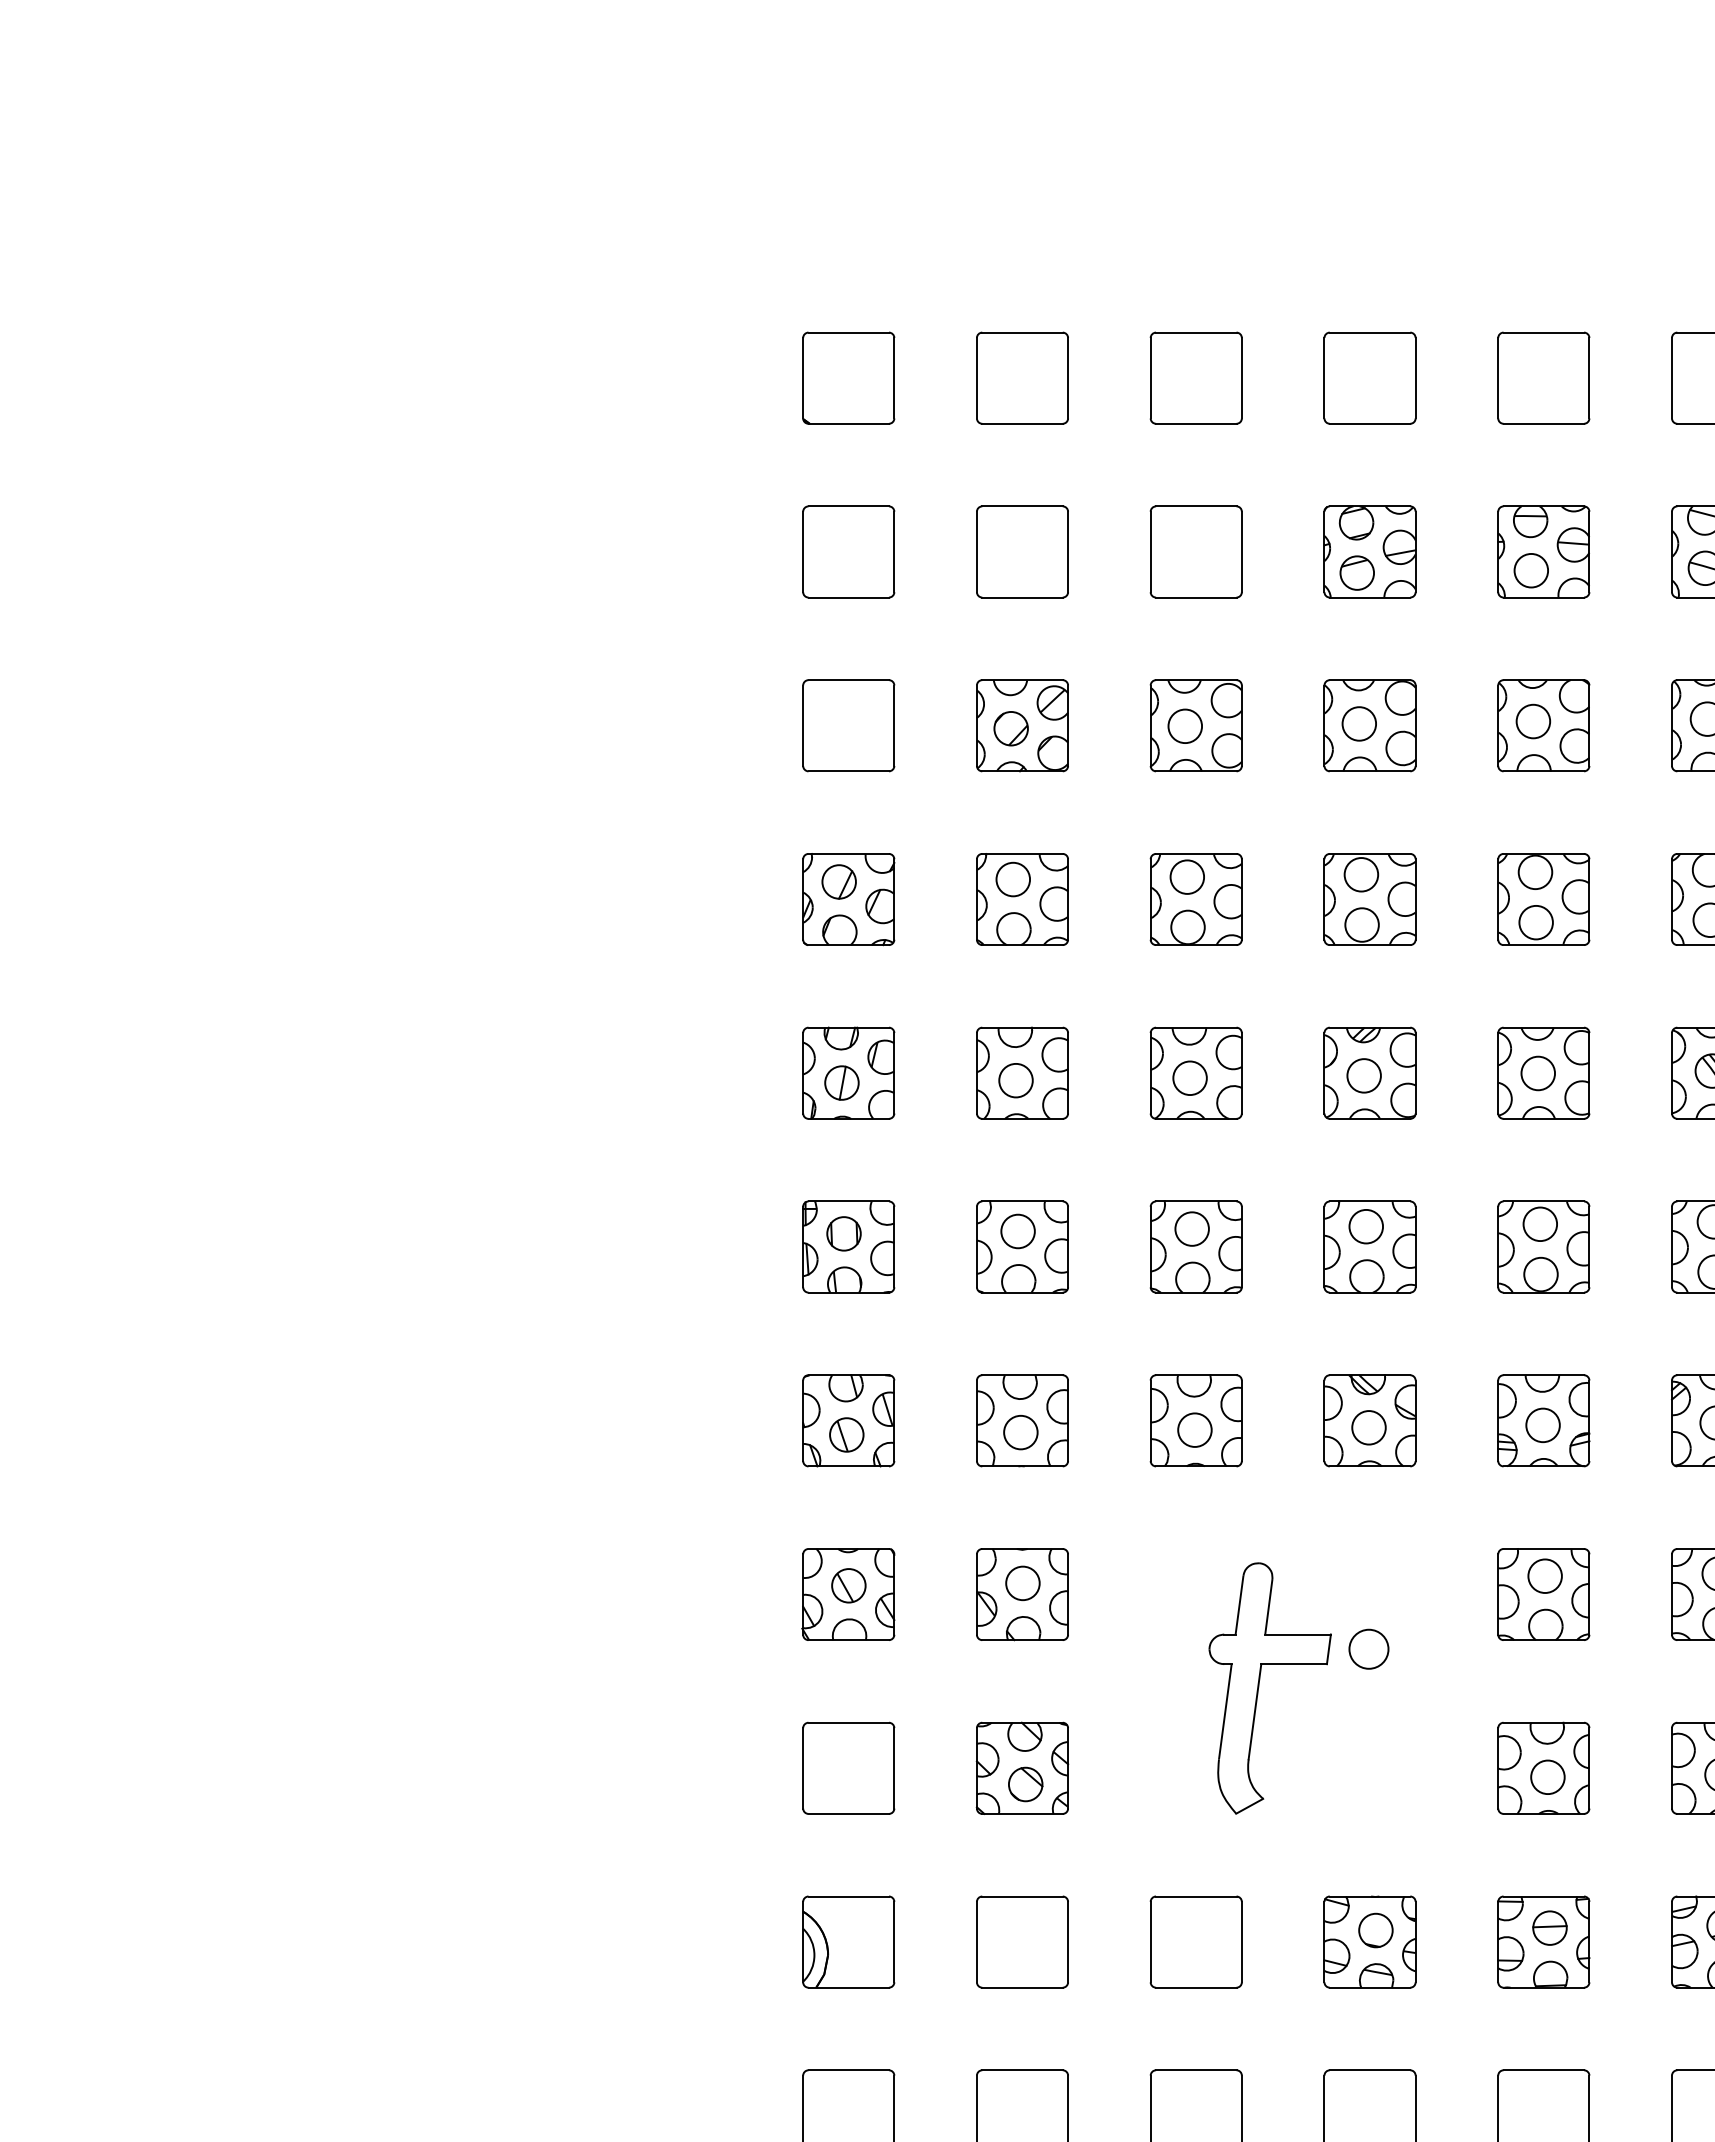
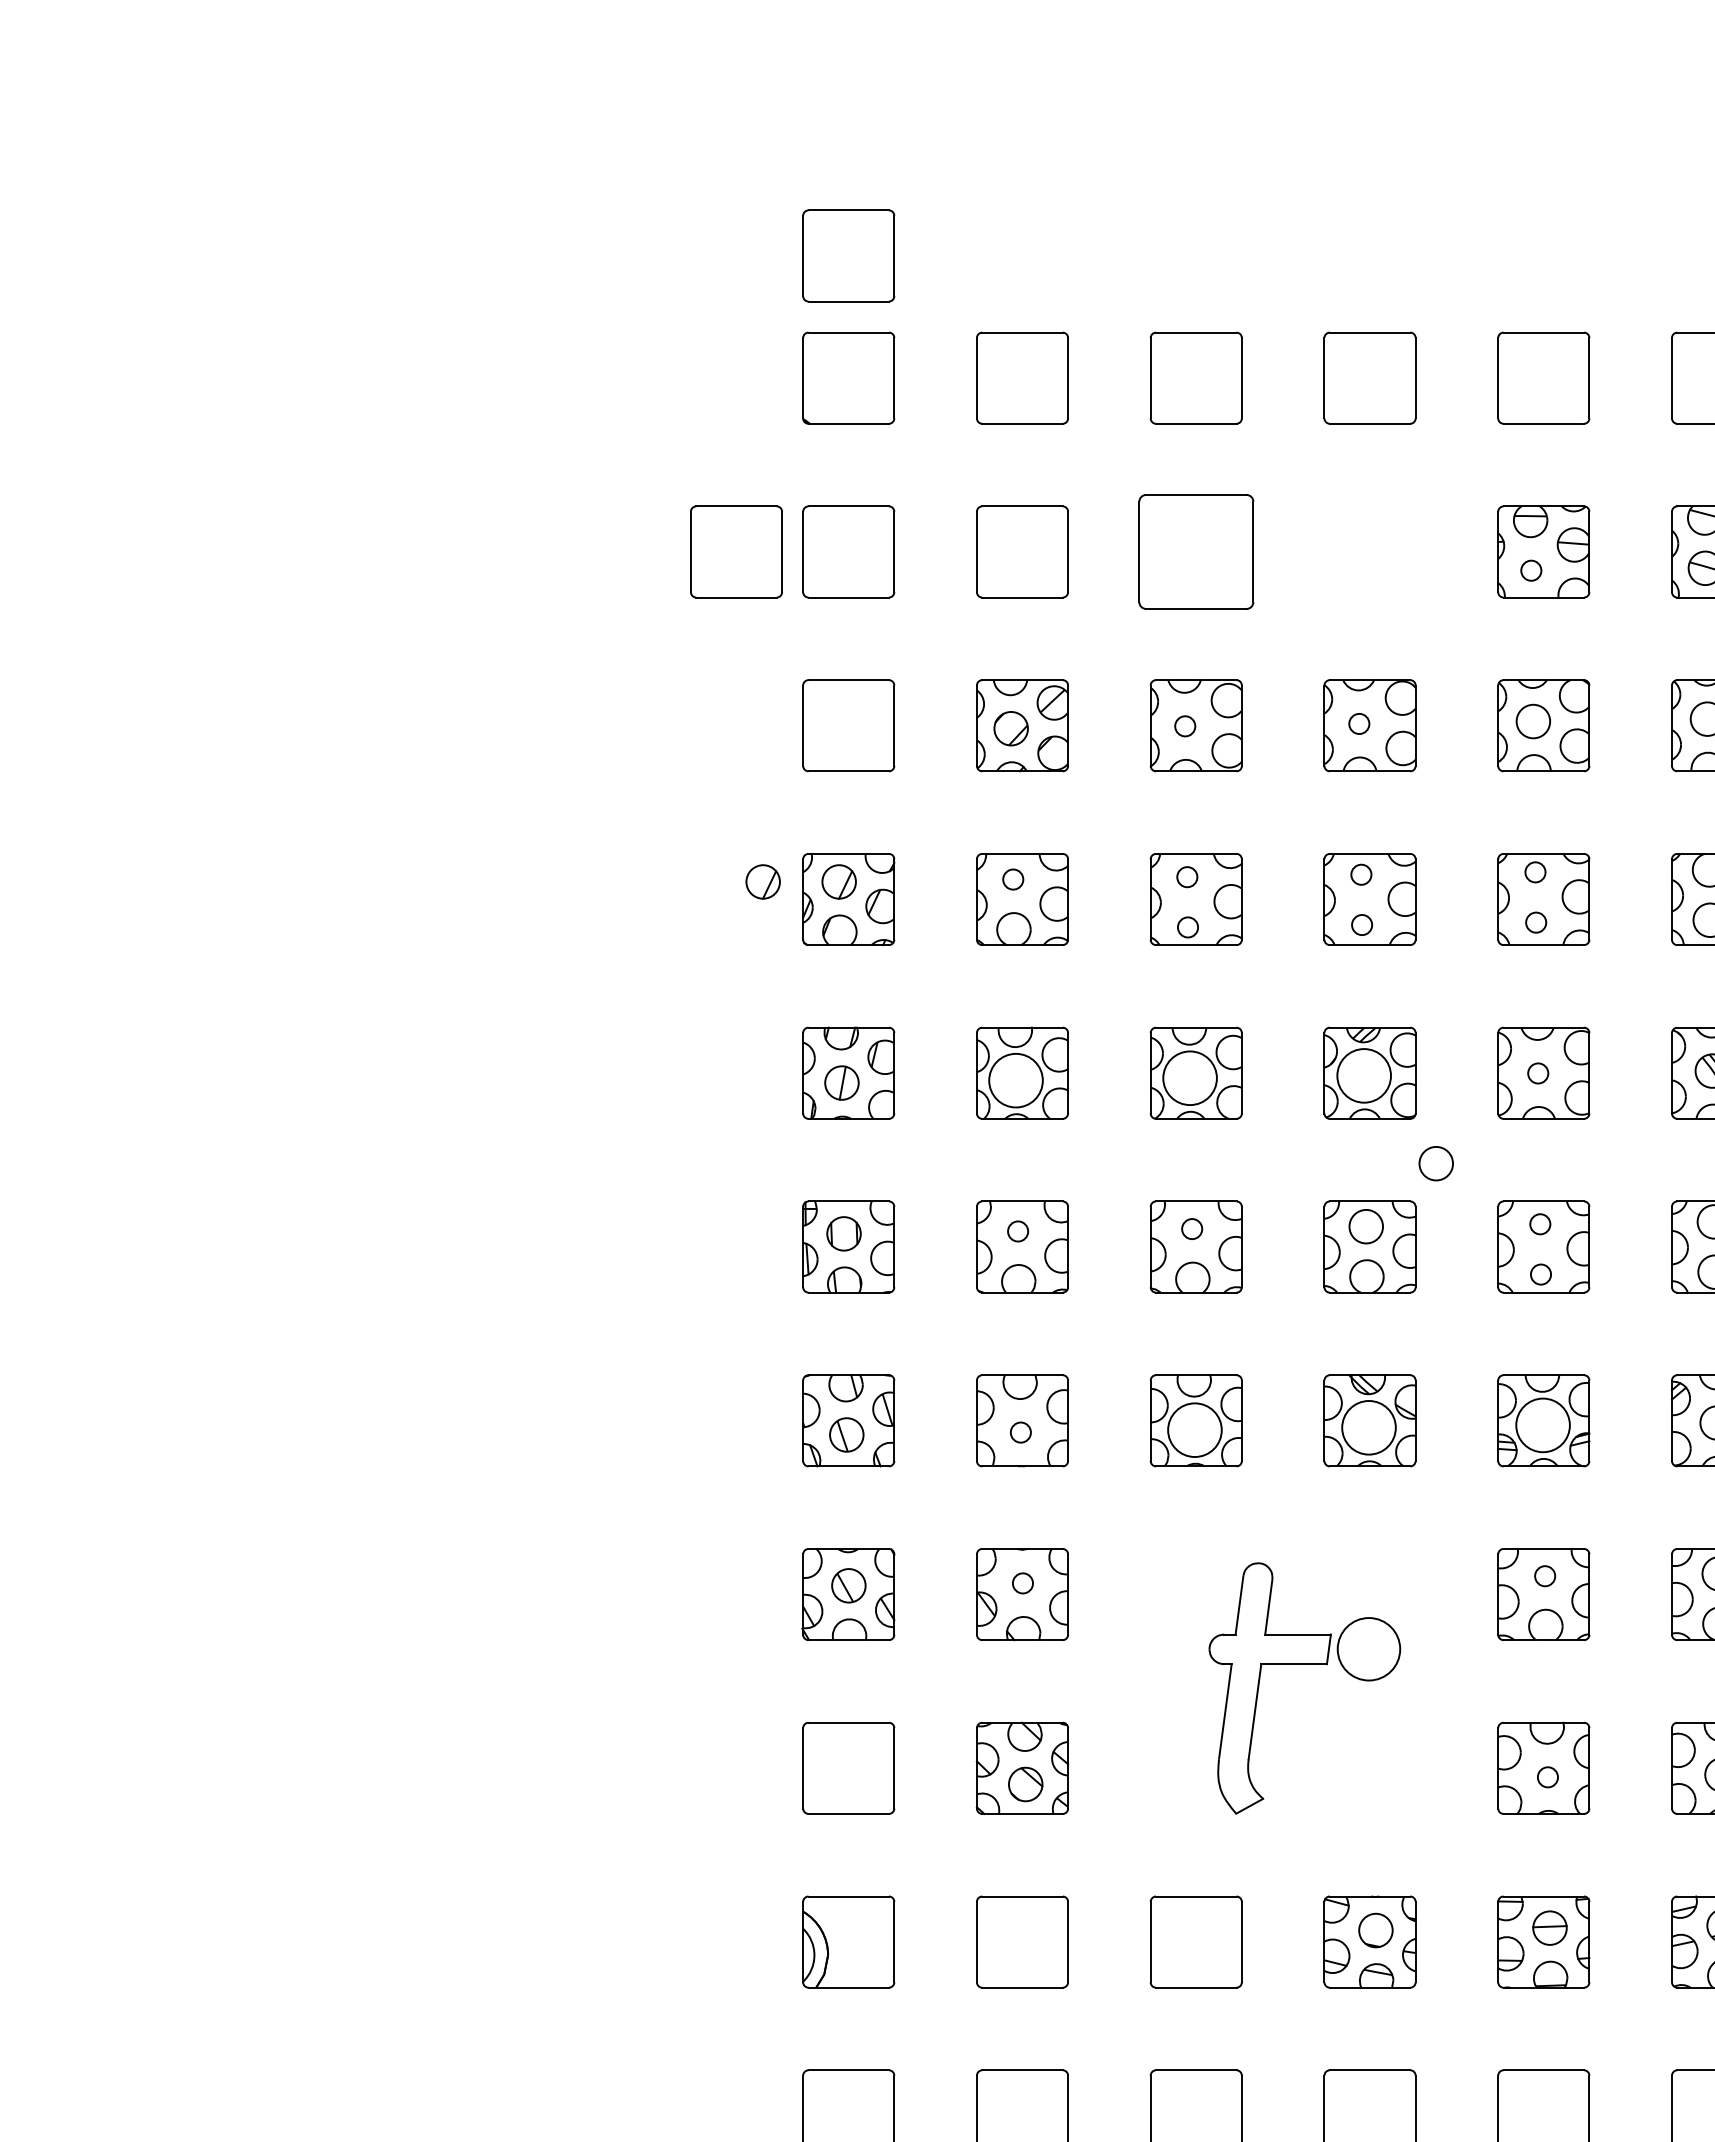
part at (848, 255): none -> present
part at (736, 551): none -> present
part at (1195, 551) size: 94x94 px -> 117x116 px
part at (1369, 551): present -> none
circle at (1531, 570) diameter: 34 px -> 20 px
circle at (1359, 723) diameter: 34 px -> 20 px
circle at (1185, 726) diameter: 34 px -> 20 px
circle at (1535, 872) diameter: 34 px -> 20 px
circle at (1361, 874) diameter: 34 px -> 20 px
circle at (1187, 876) diameter: 34 px -> 20 px
circle at (1013, 879) diameter: 34 px -> 20 px
part at (762, 881): none -> present
circle at (1535, 922) diameter: 34 px -> 20 px
circle at (1361, 924) diameter: 34 px -> 20 px
circle at (1187, 927) diameter: 34 px -> 20 px
circle at (1538, 1073) diameter: 34 px -> 20 px
circle at (1363, 1075) diameter: 34 px -> 54 px
circle at (1189, 1078) diameter: 34 px -> 54 px
circle at (1015, 1080) diameter: 34 px -> 54 px
circle at (1435, 1163): none -> present
circle at (1540, 1224) diameter: 34 px -> 20 px
circle at (1191, 1228) diameter: 34 px -> 20 px
circle at (1017, 1231) diameter: 34 px -> 20 px
circle at (1540, 1274) diameter: 34 px -> 20 px
circle at (1542, 1425) diameter: 34 px -> 54 px
circle at (1368, 1427) diameter: 34 px -> 54 px
circle at (1194, 1429) diameter: 34 px -> 54 px
circle at (1020, 1432) diameter: 34 px -> 20 px
circle at (1544, 1575) diameter: 34 px -> 20 px
circle at (1022, 1583) diameter: 34 px -> 20 px
circle at (1368, 1648) diameter: 39 px -> 62 px
circle at (1547, 1777) diameter: 34 px -> 20 px
